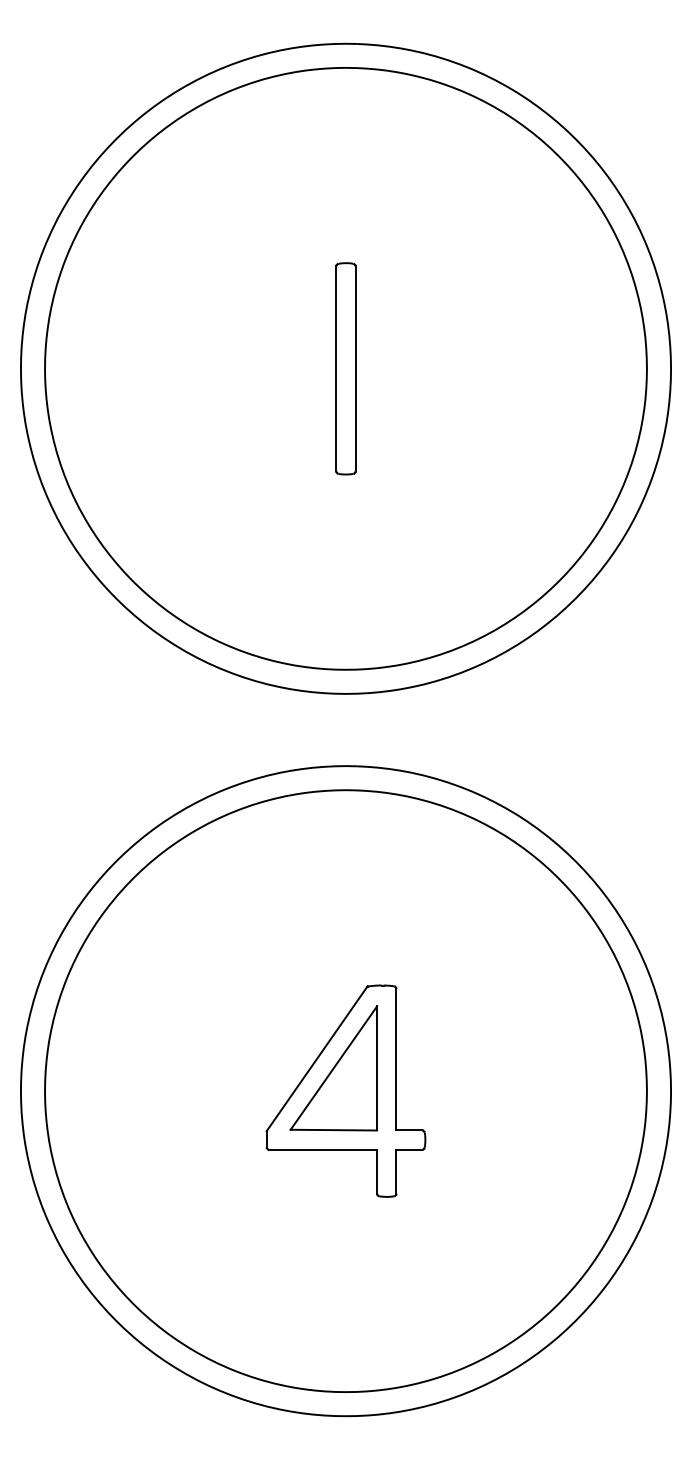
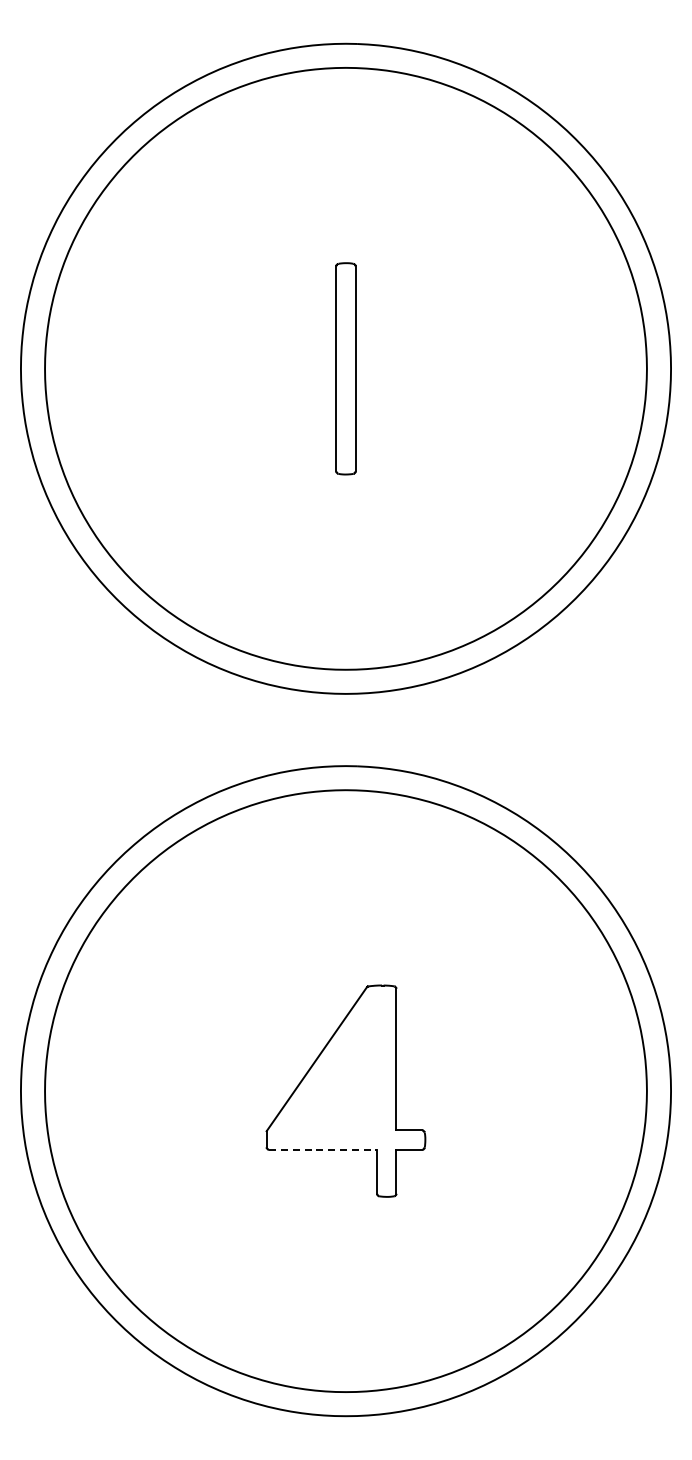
part at (333, 1068): present -> none
line at (323, 1149): solid -> dashed
